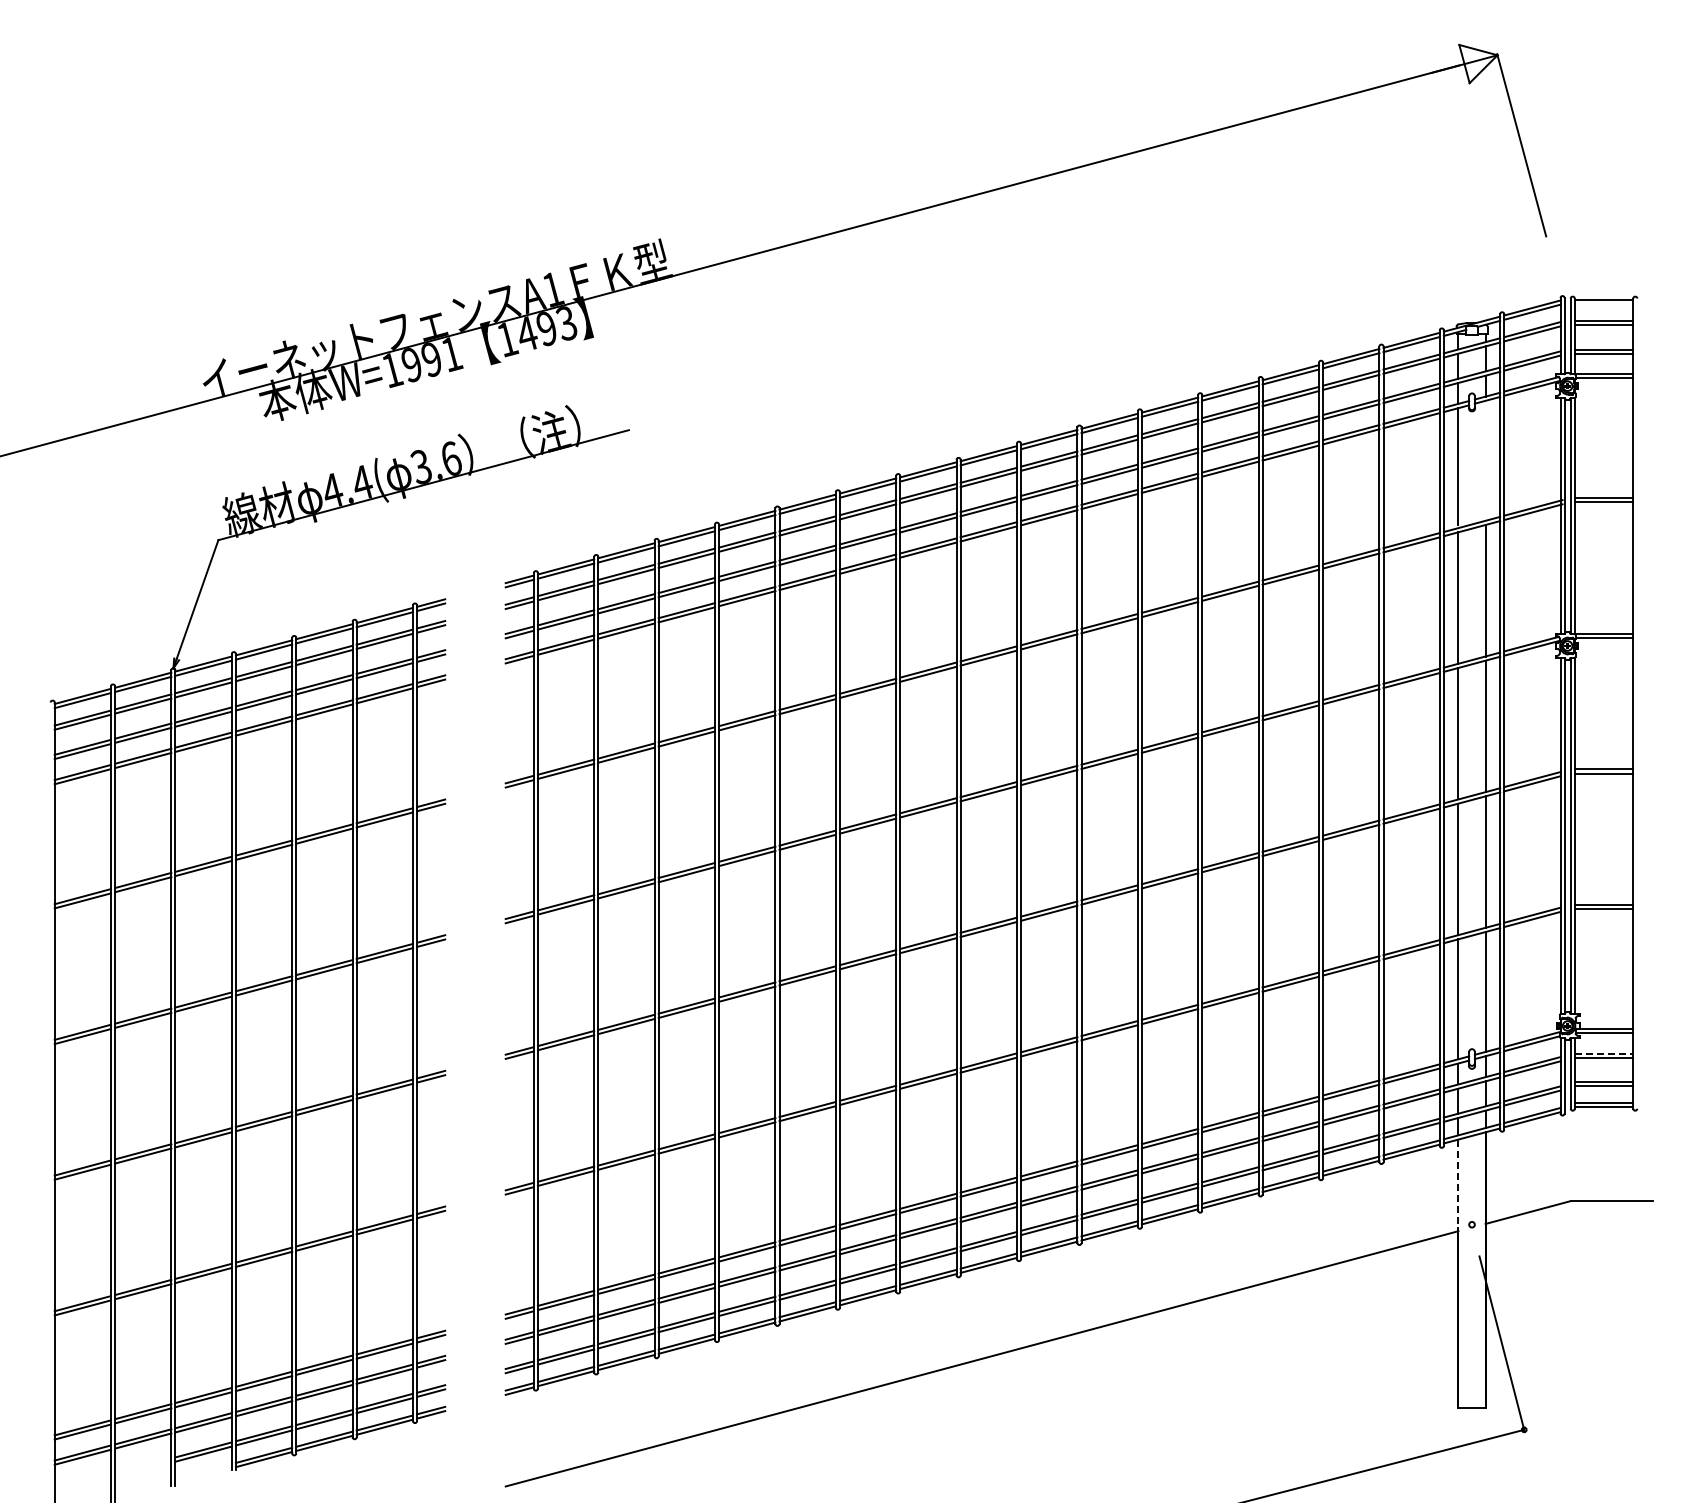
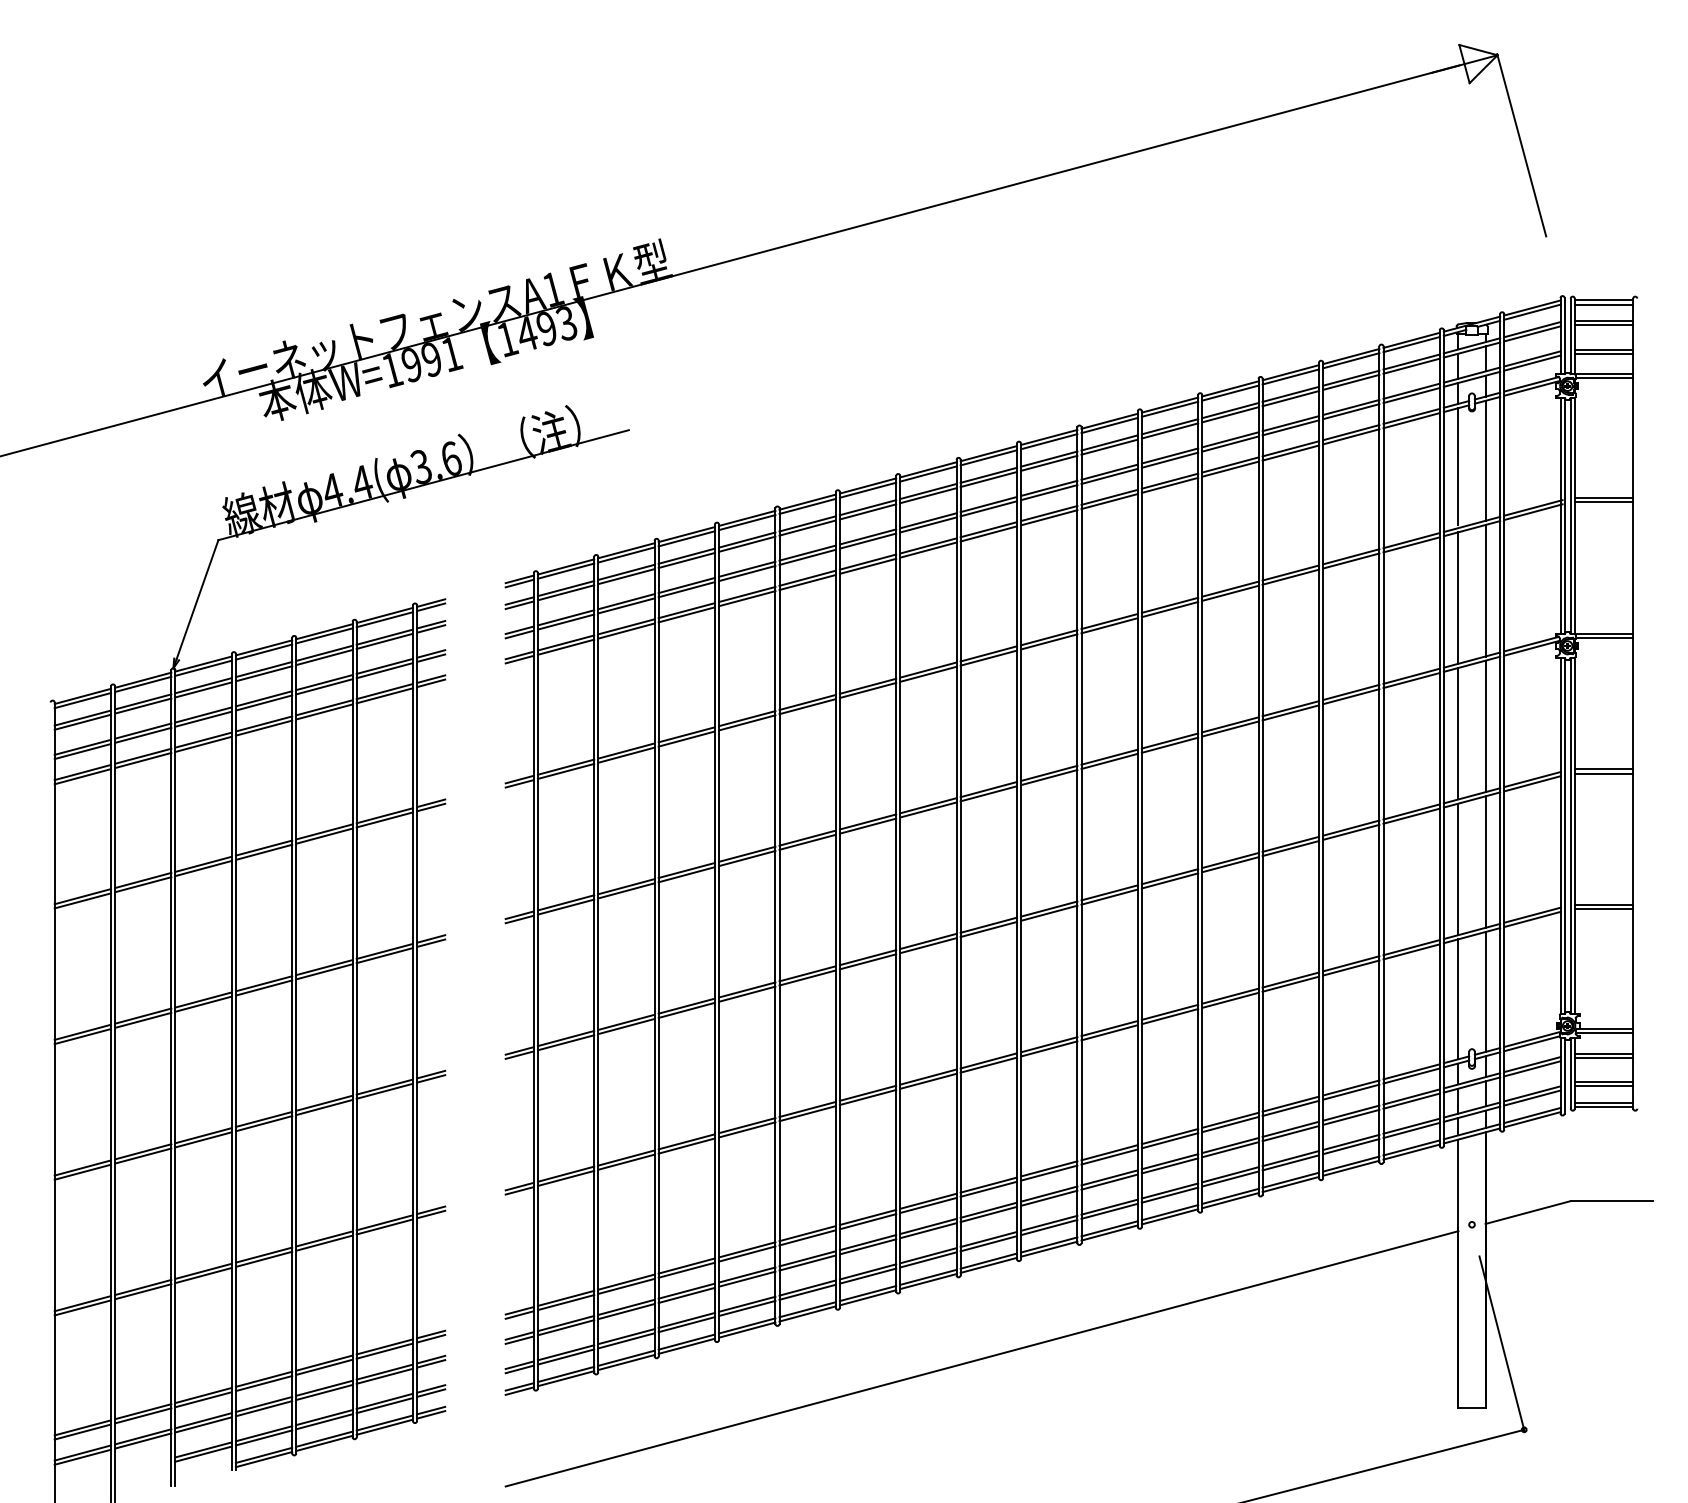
line at (1603, 304): none -> present
line at (1485, 460): none -> present
line at (1604, 1053): dashed -> solid
line at (1458, 1185): dashed -> solid
